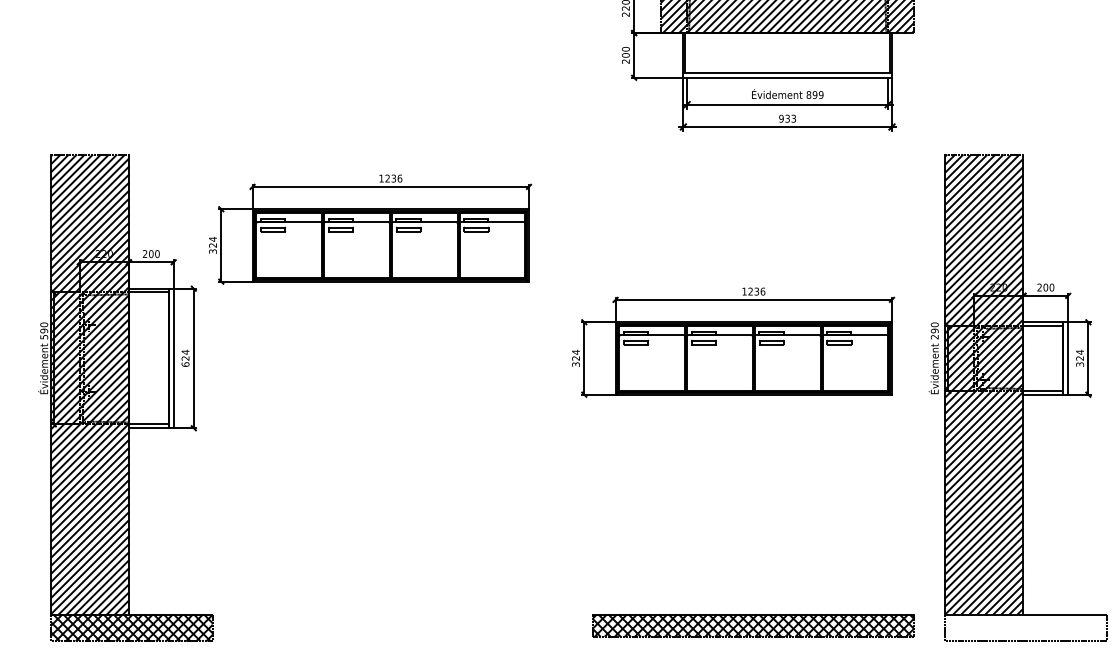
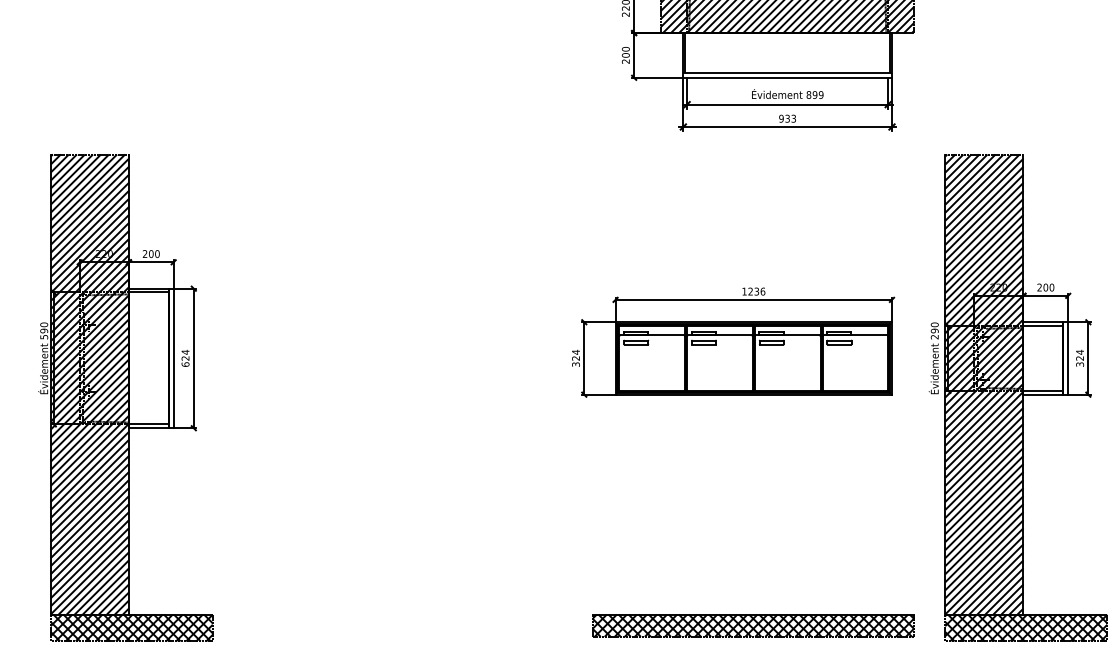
part at (370, 229): present -> none
hatch at (1026, 627): none -> present
